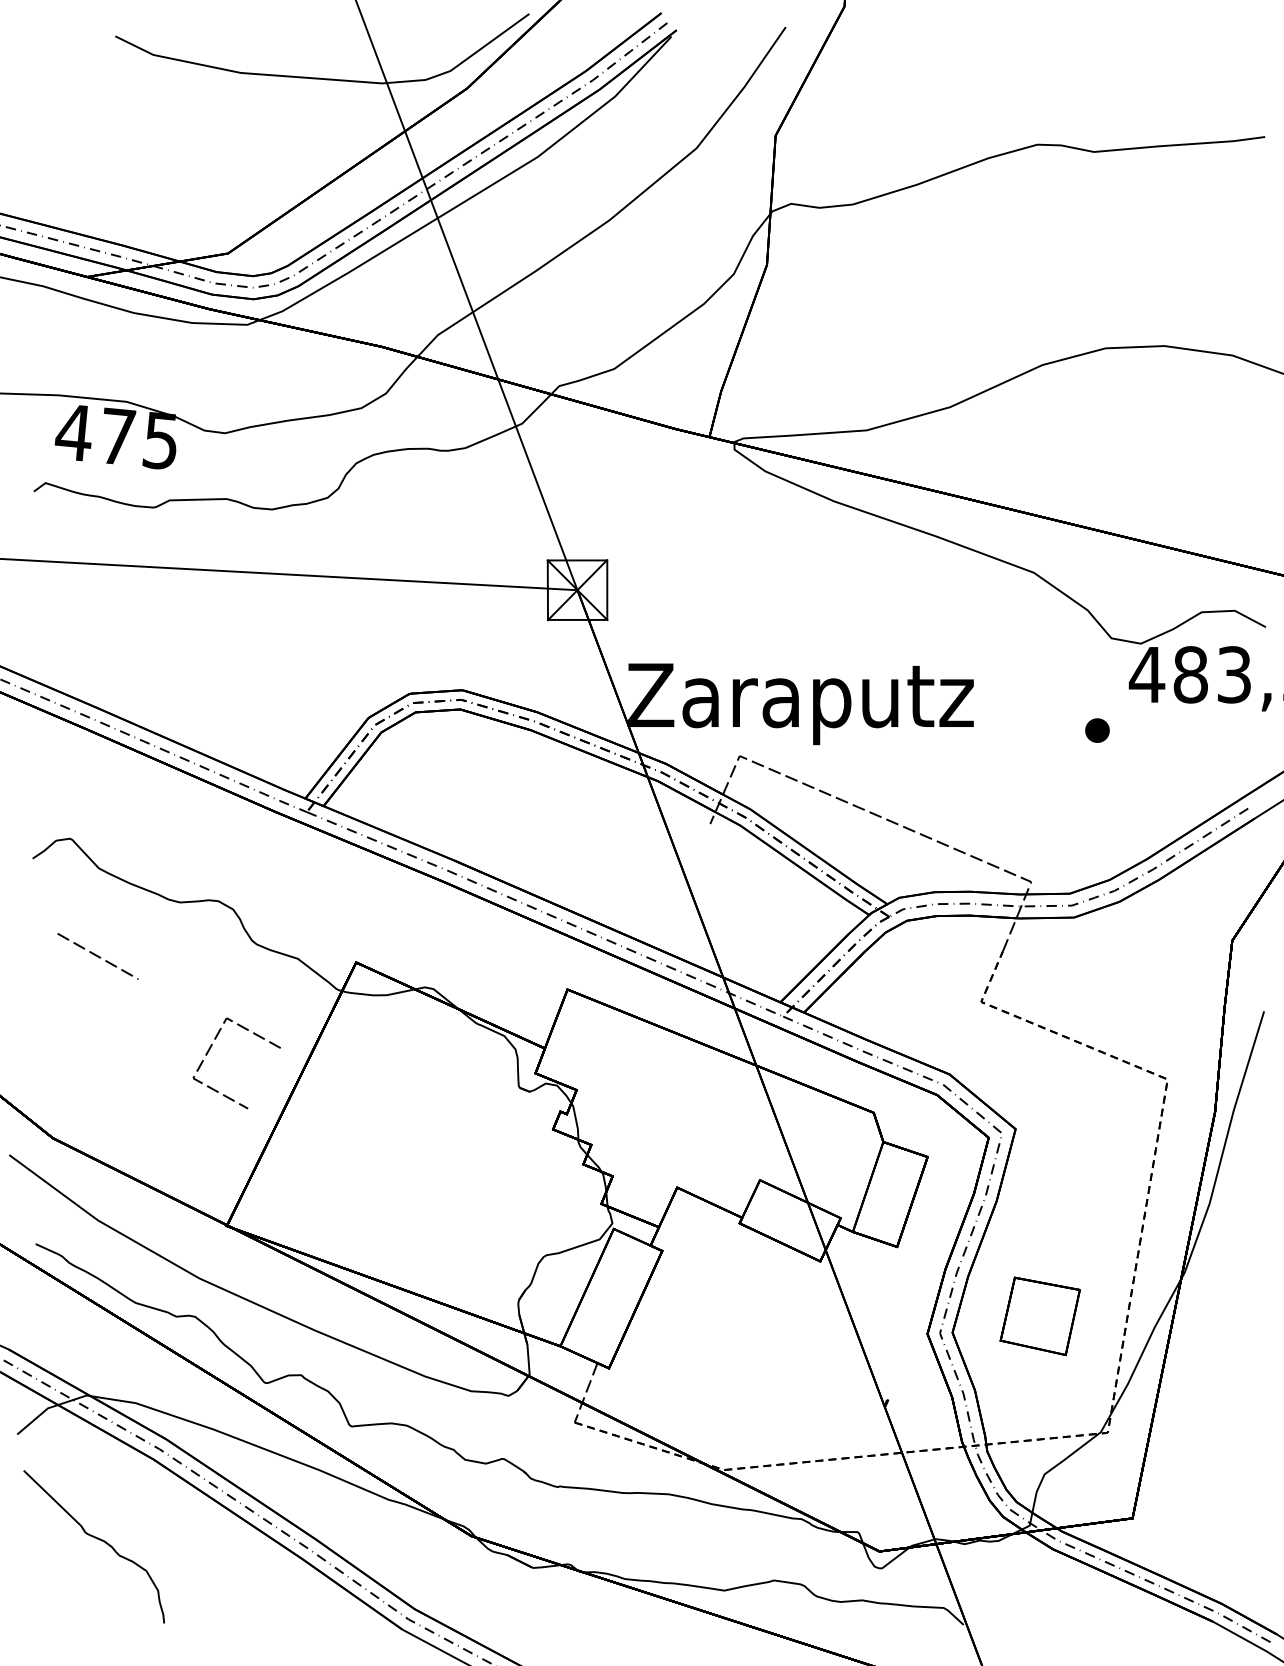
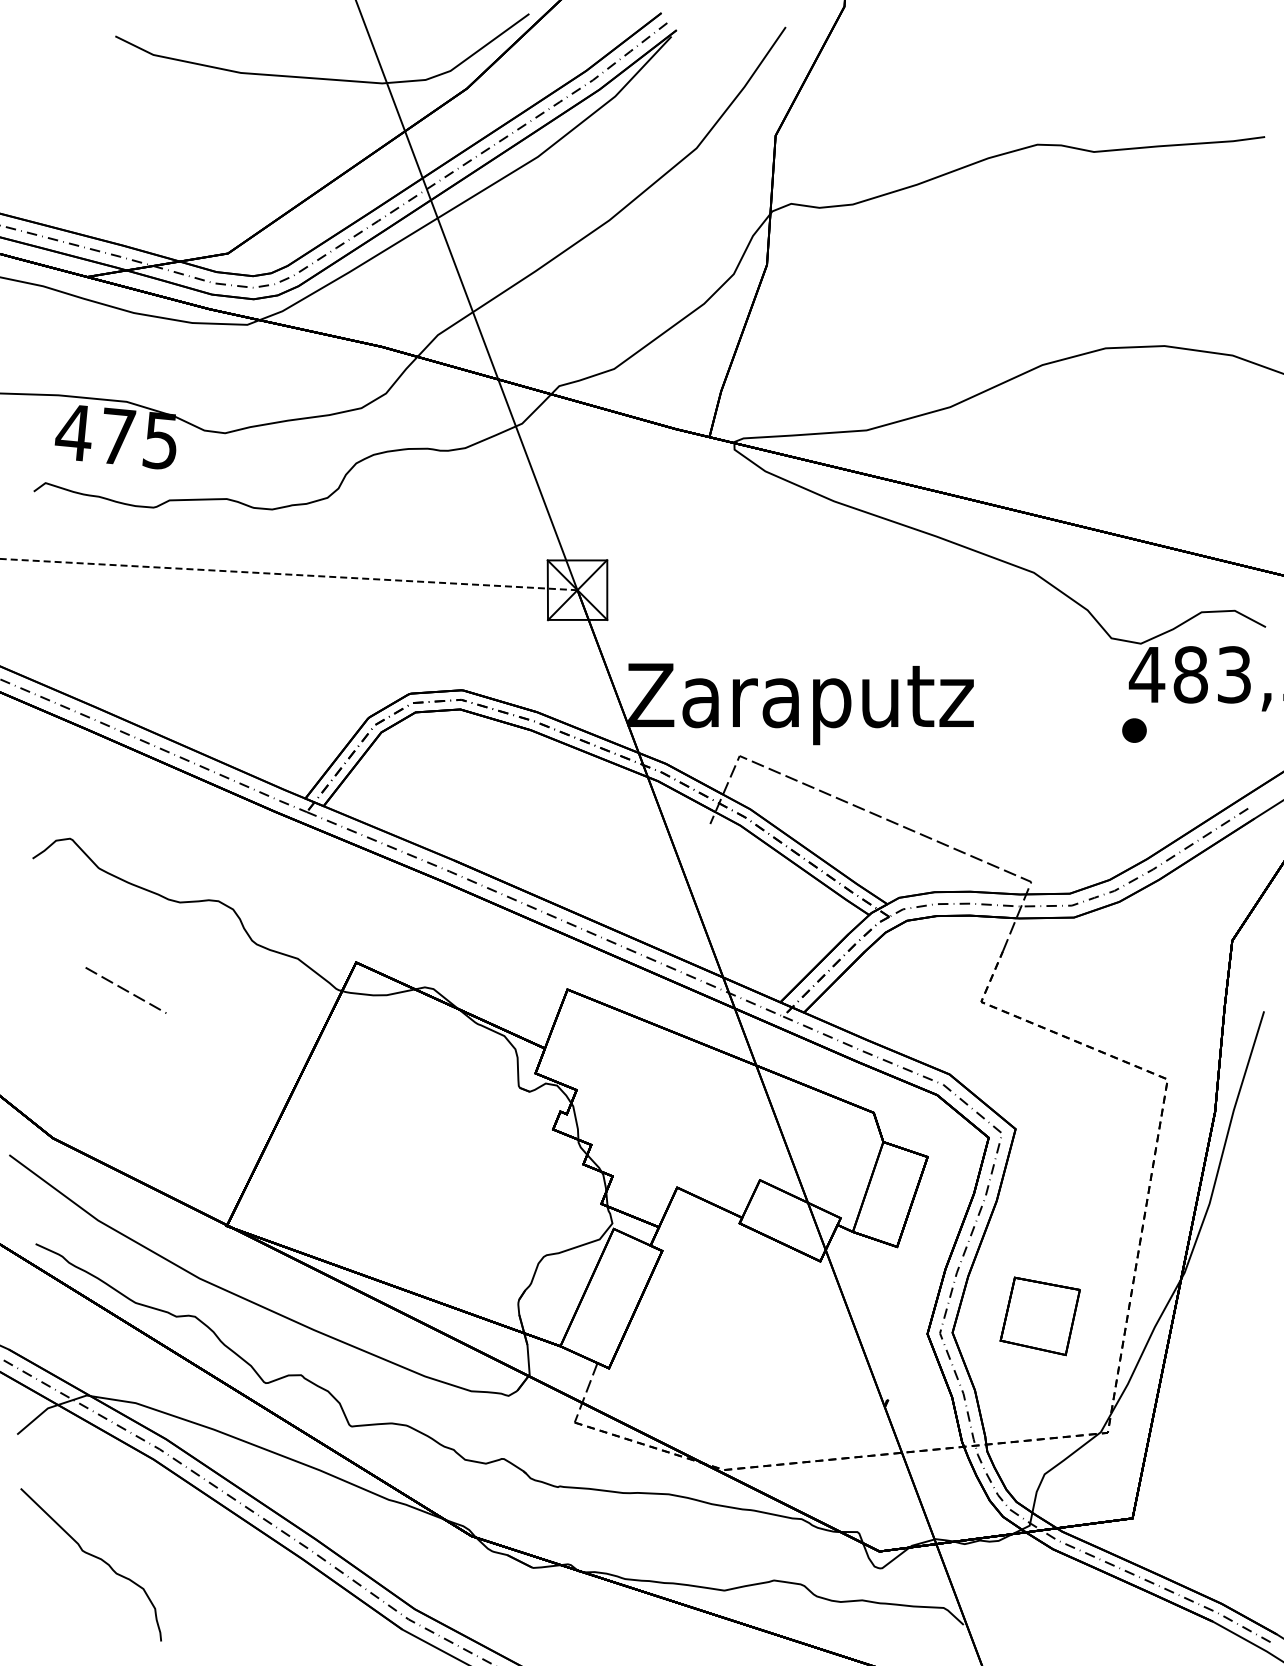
line at (289, 574): solid -> dashed
part at (1097, 730) position: (1097, 730) -> (1134, 730)
line at (97, 956) position: (97, 956) -> (125, 990)
line at (210, 1049): present -> none
curve at (94, 1538) position: (94, 1538) -> (91, 1556)
